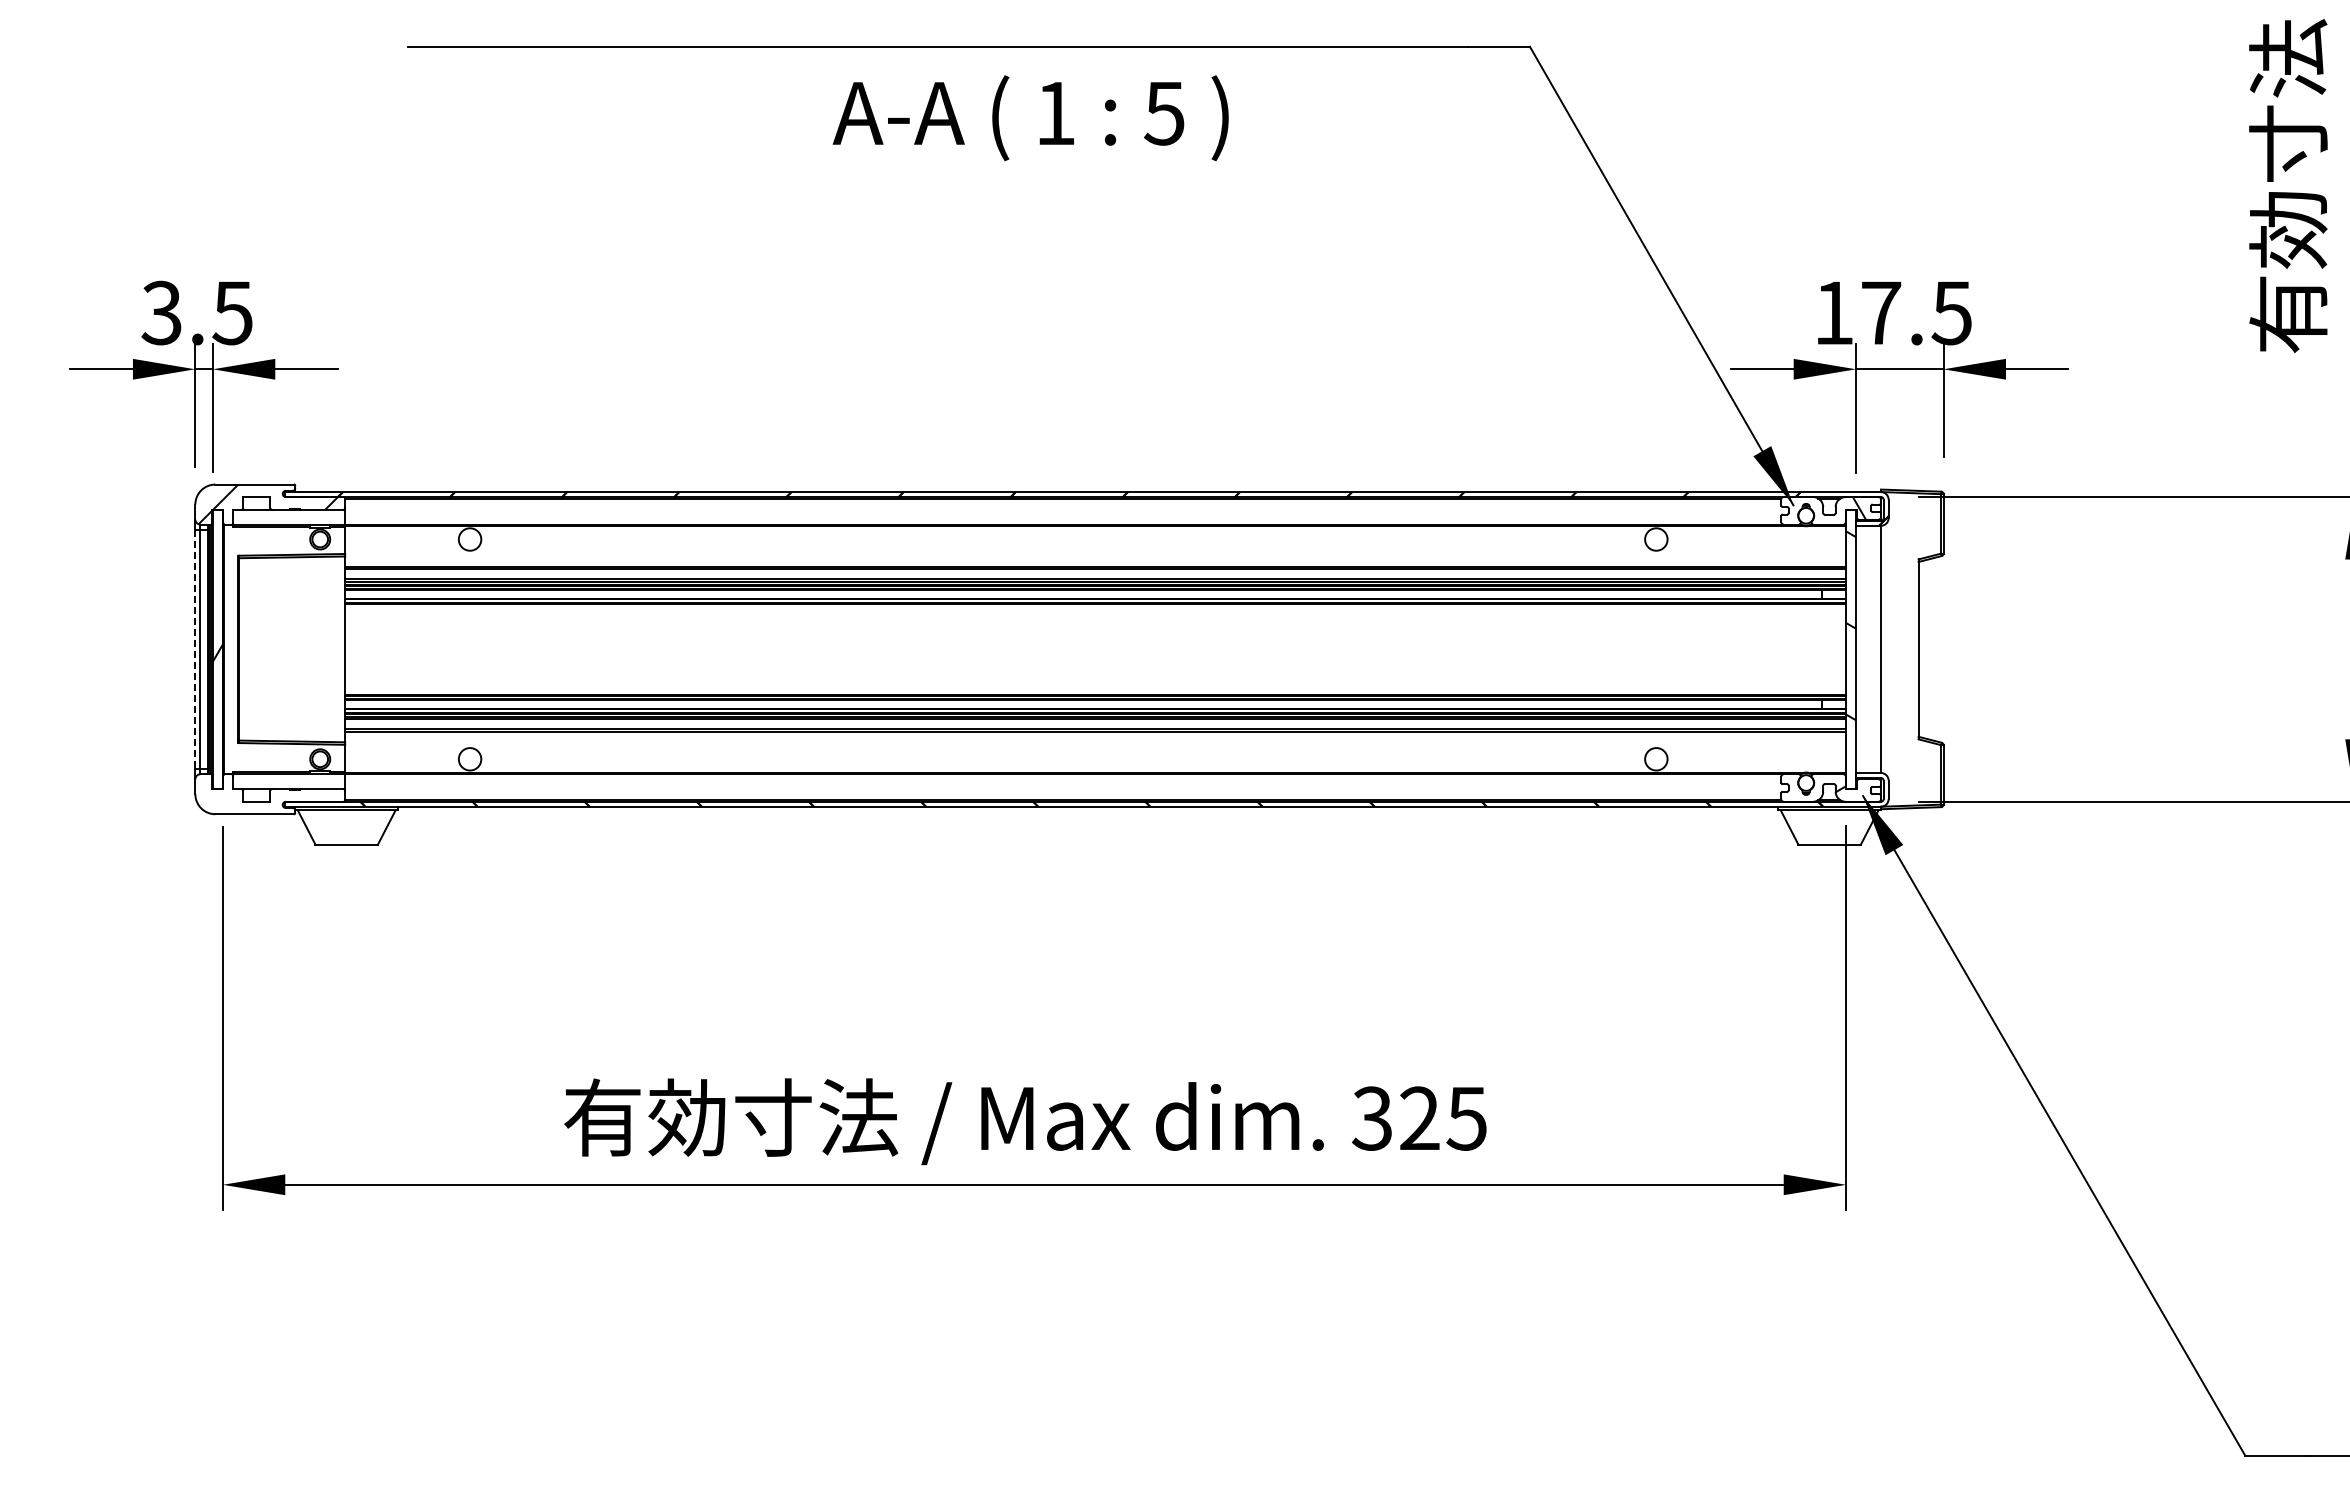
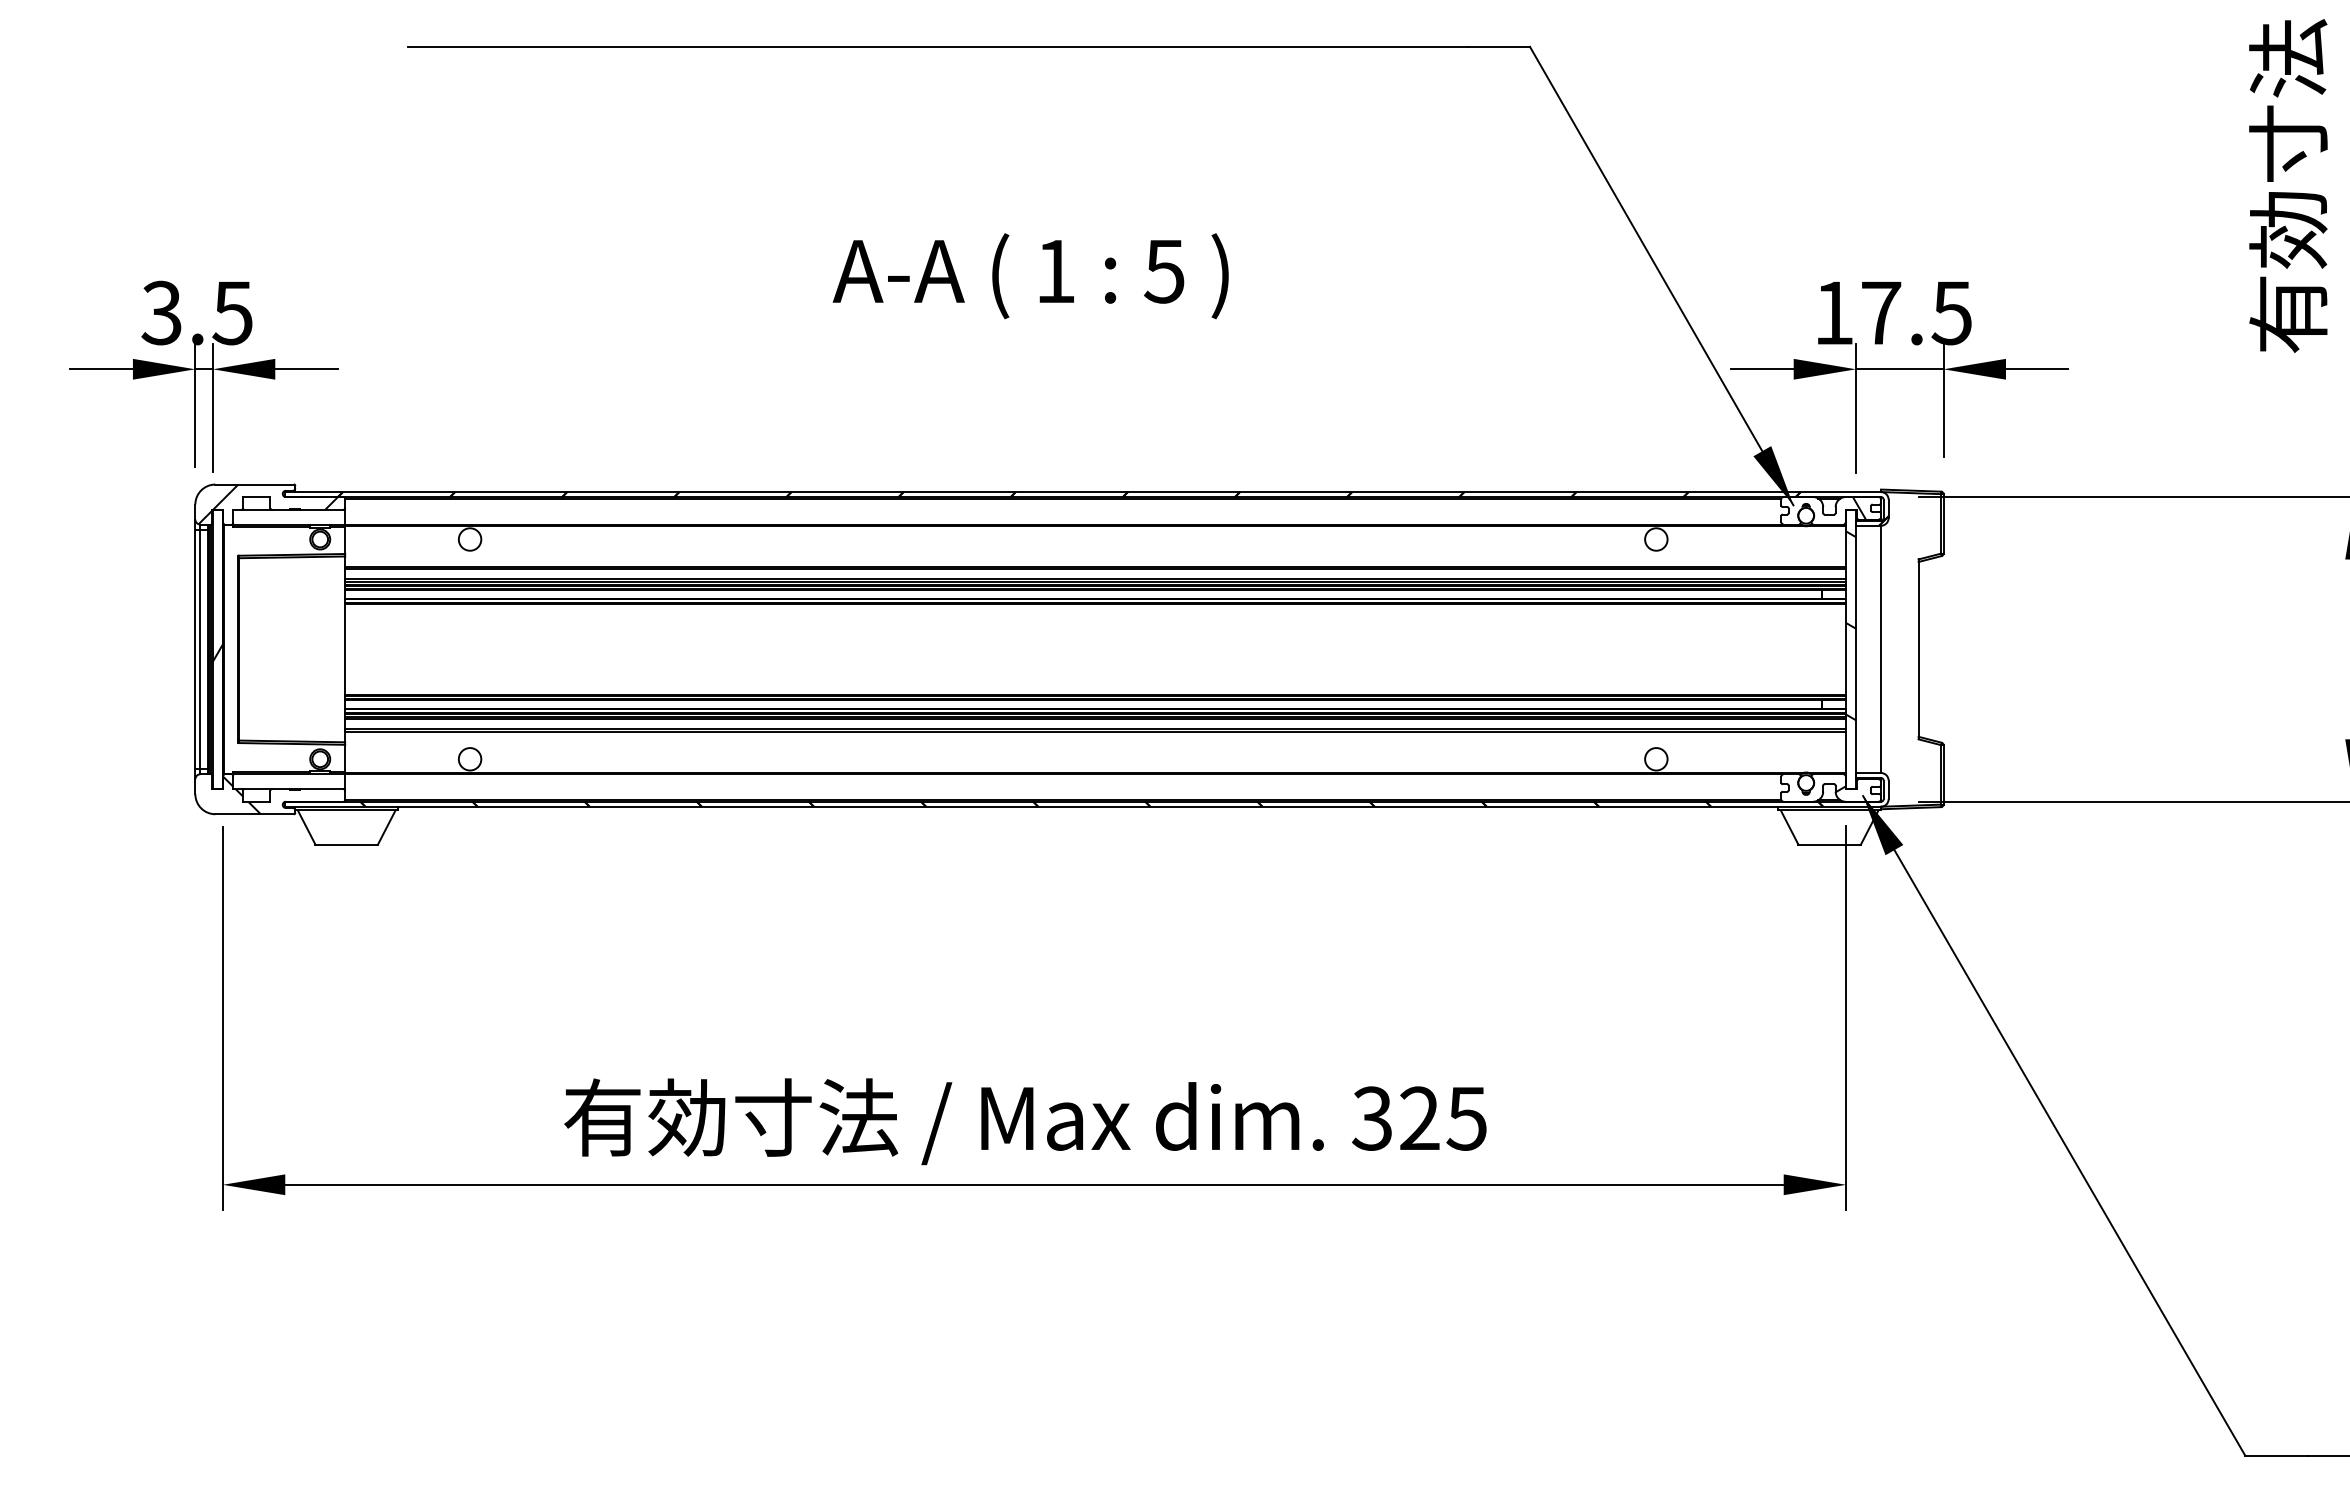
text at (1030, 118) position: (1030, 118) -> (1030, 276)
line at (195, 649): dashed -> solid
hatch at (241, 795): none -> present
